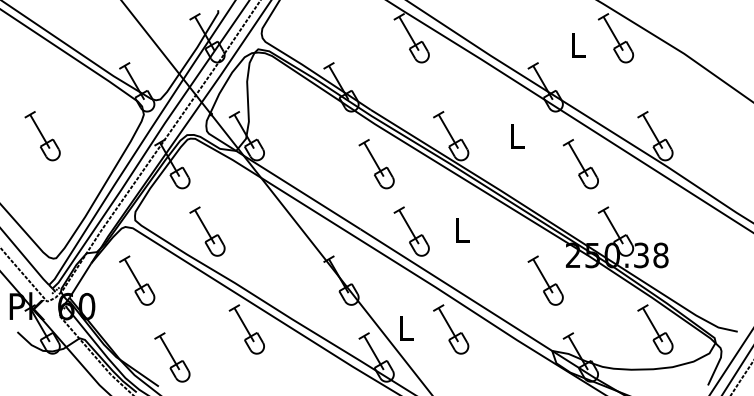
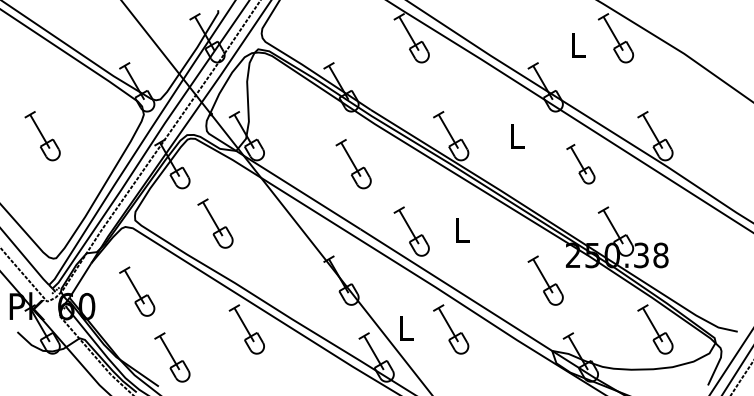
part at (376, 164) position: (376, 164) -> (353, 164)
part at (580, 164) size: 37x51 px -> 30x41 px
part at (207, 231) position: (207, 231) -> (215, 223)
part at (137, 280) position: (137, 280) -> (137, 291)
